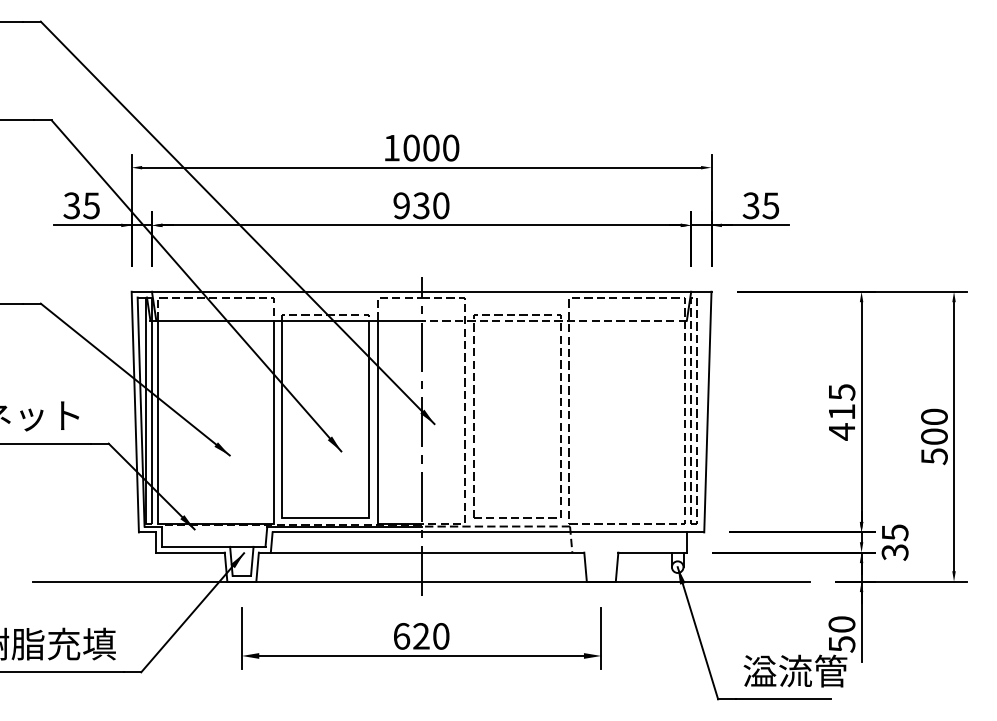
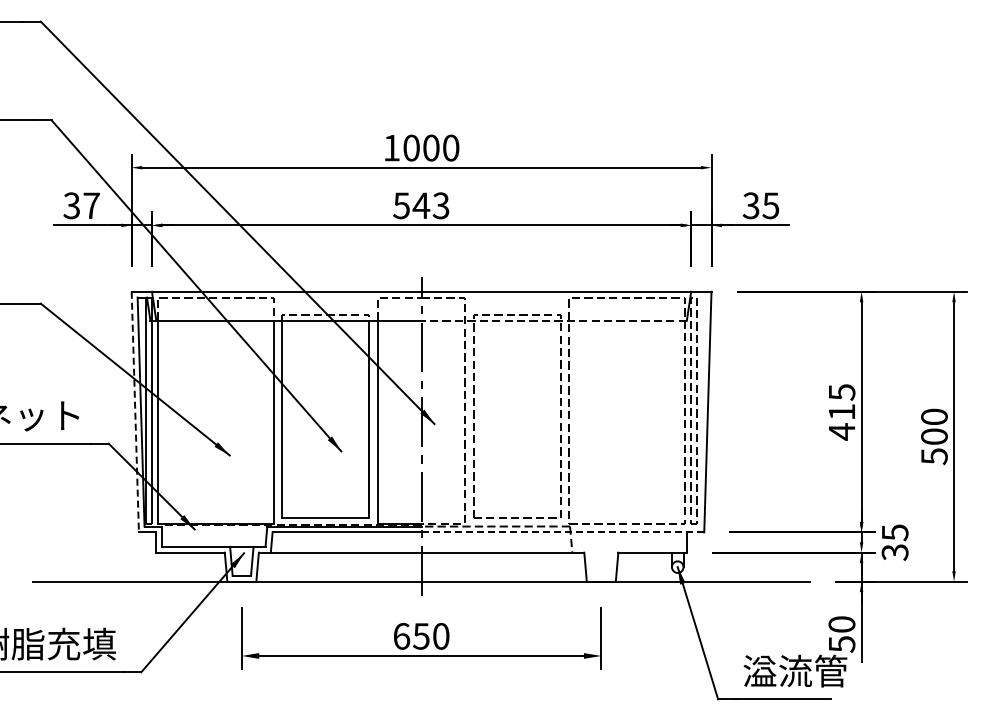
text at (91, 205): 35 -> 37
text at (421, 205): 930 -> 543
line at (135, 412): solid -> dashed
line at (563, 532): solid -> dashed
text at (420, 636): 620 -> 650
